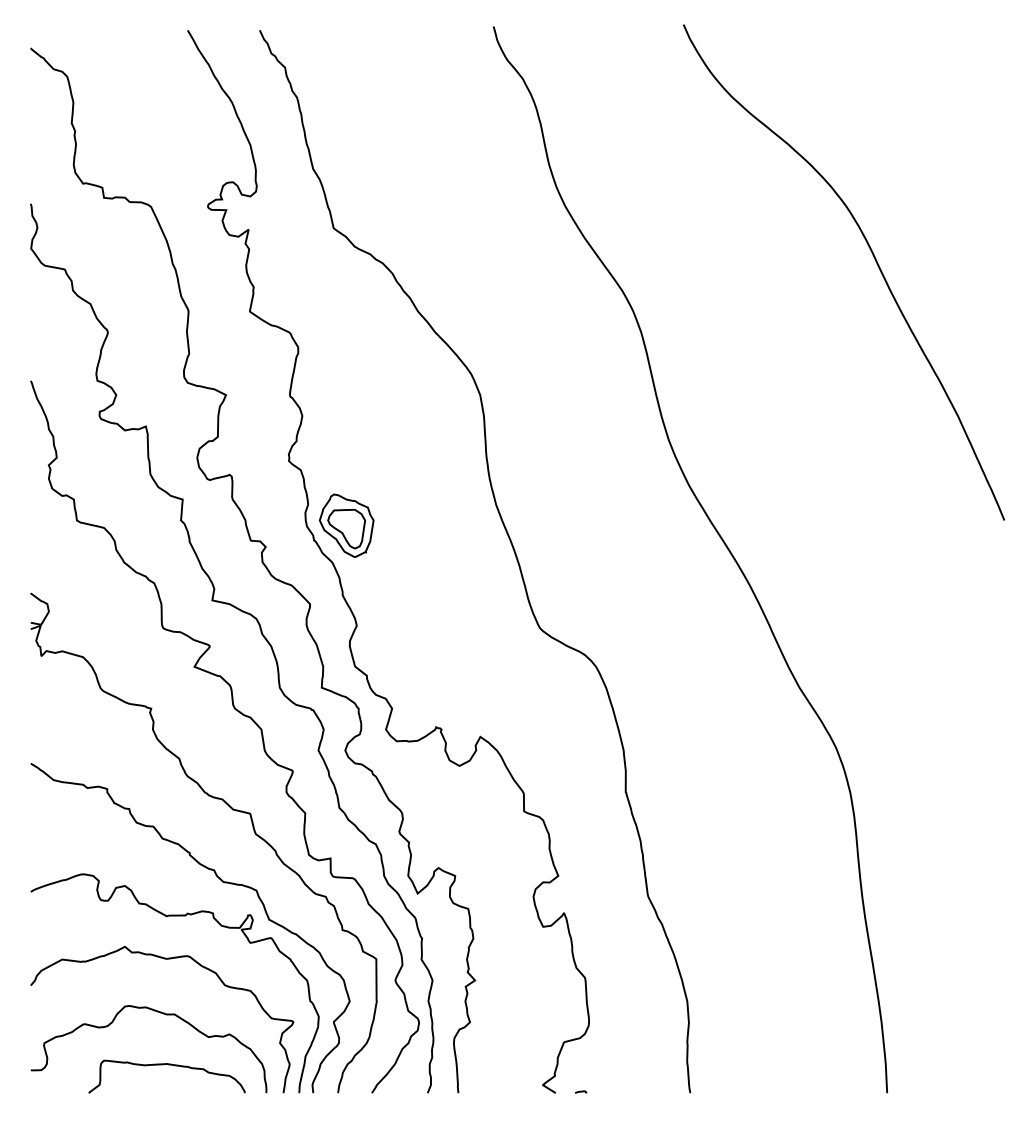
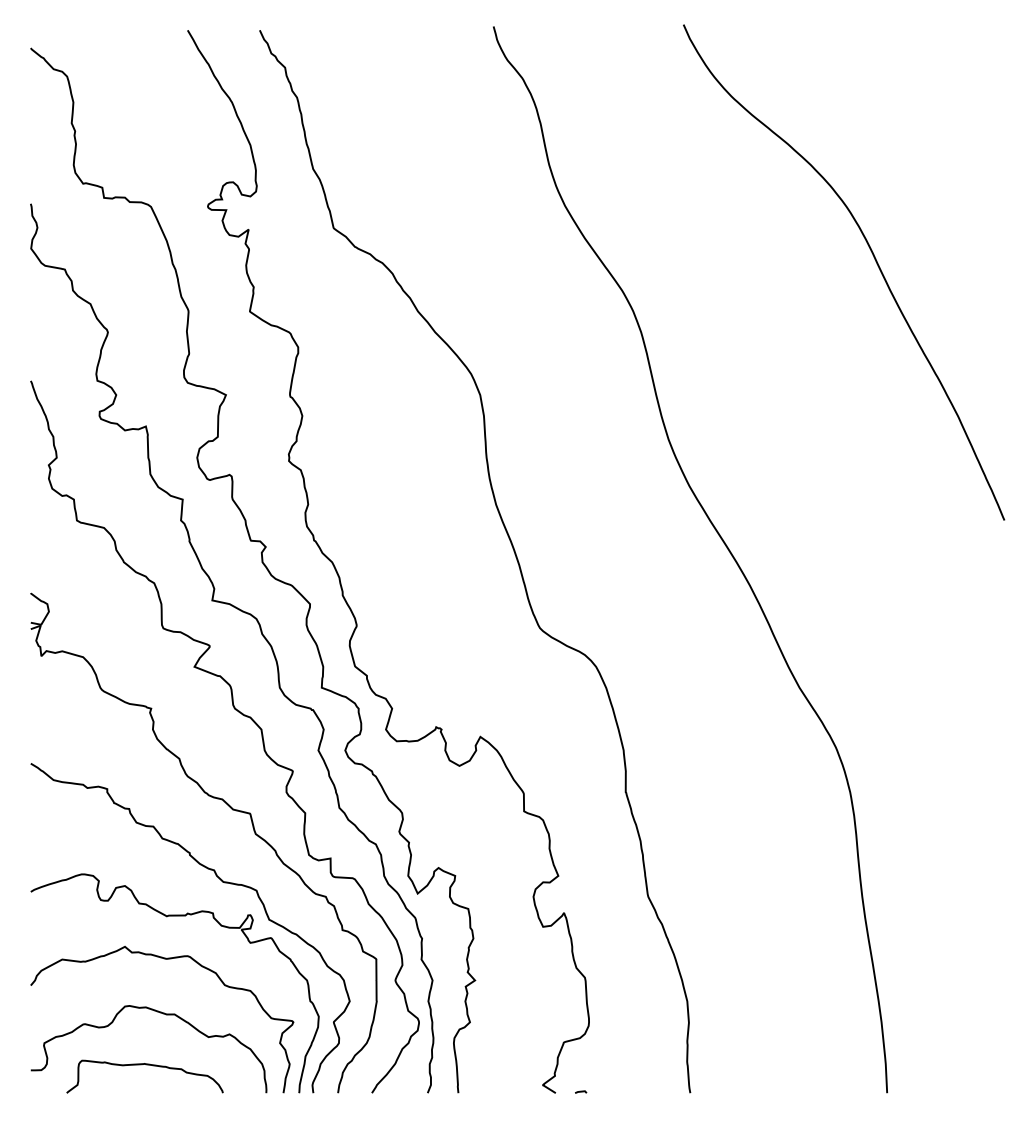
part at (346, 525): present -> none
curve at (168, 1065) position: (168, 1065) -> (146, 1065)
